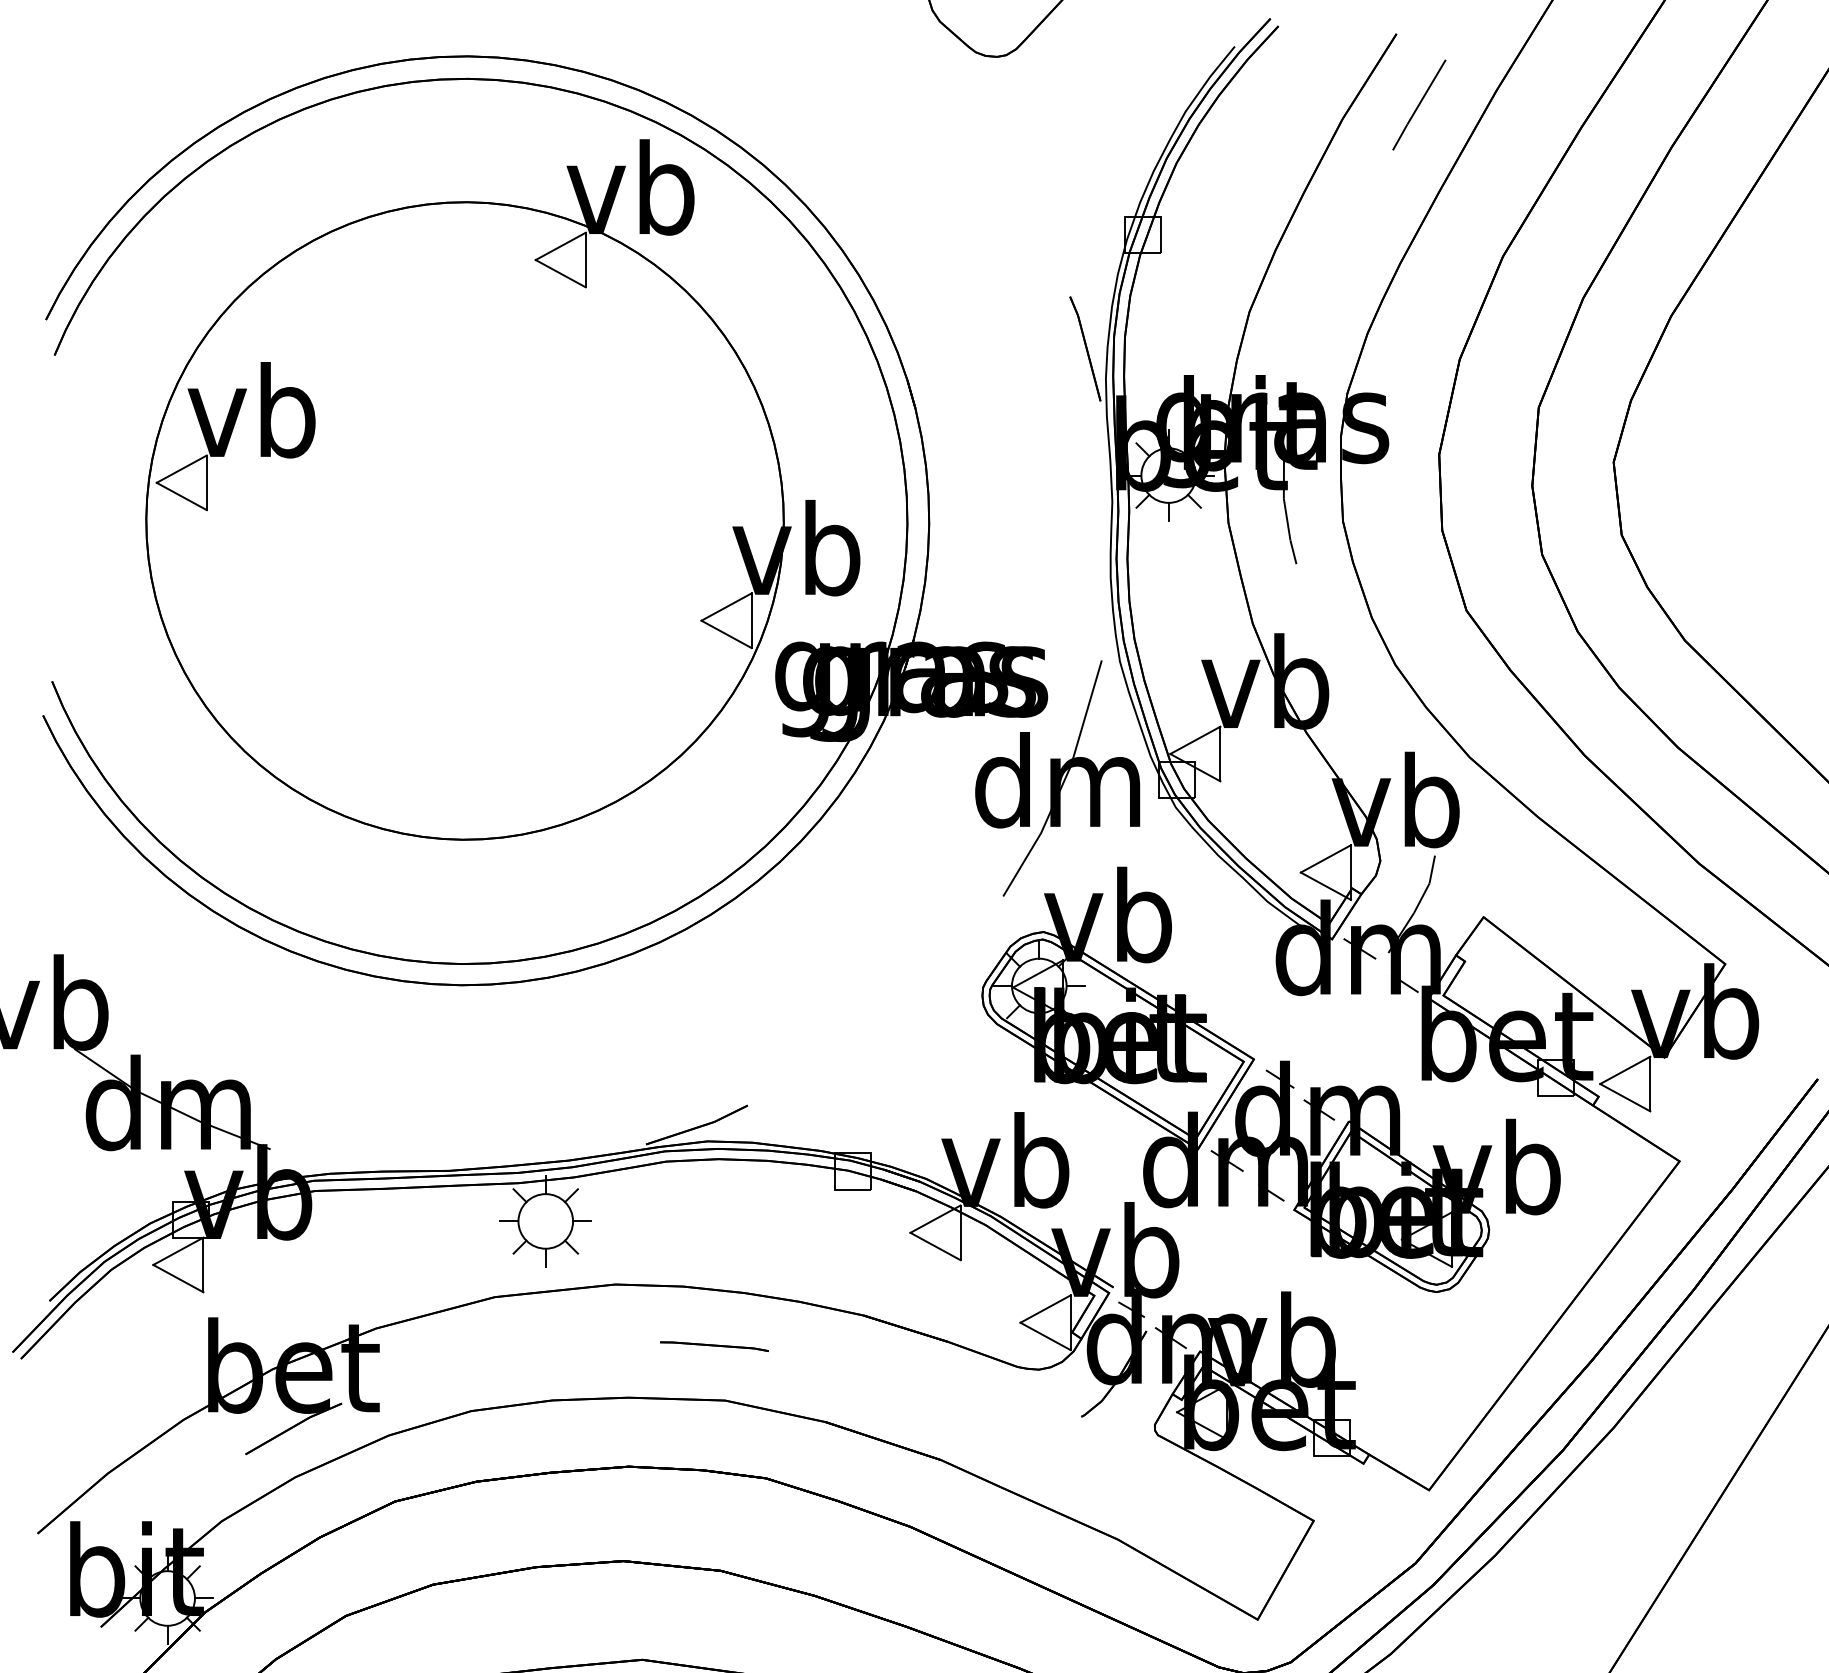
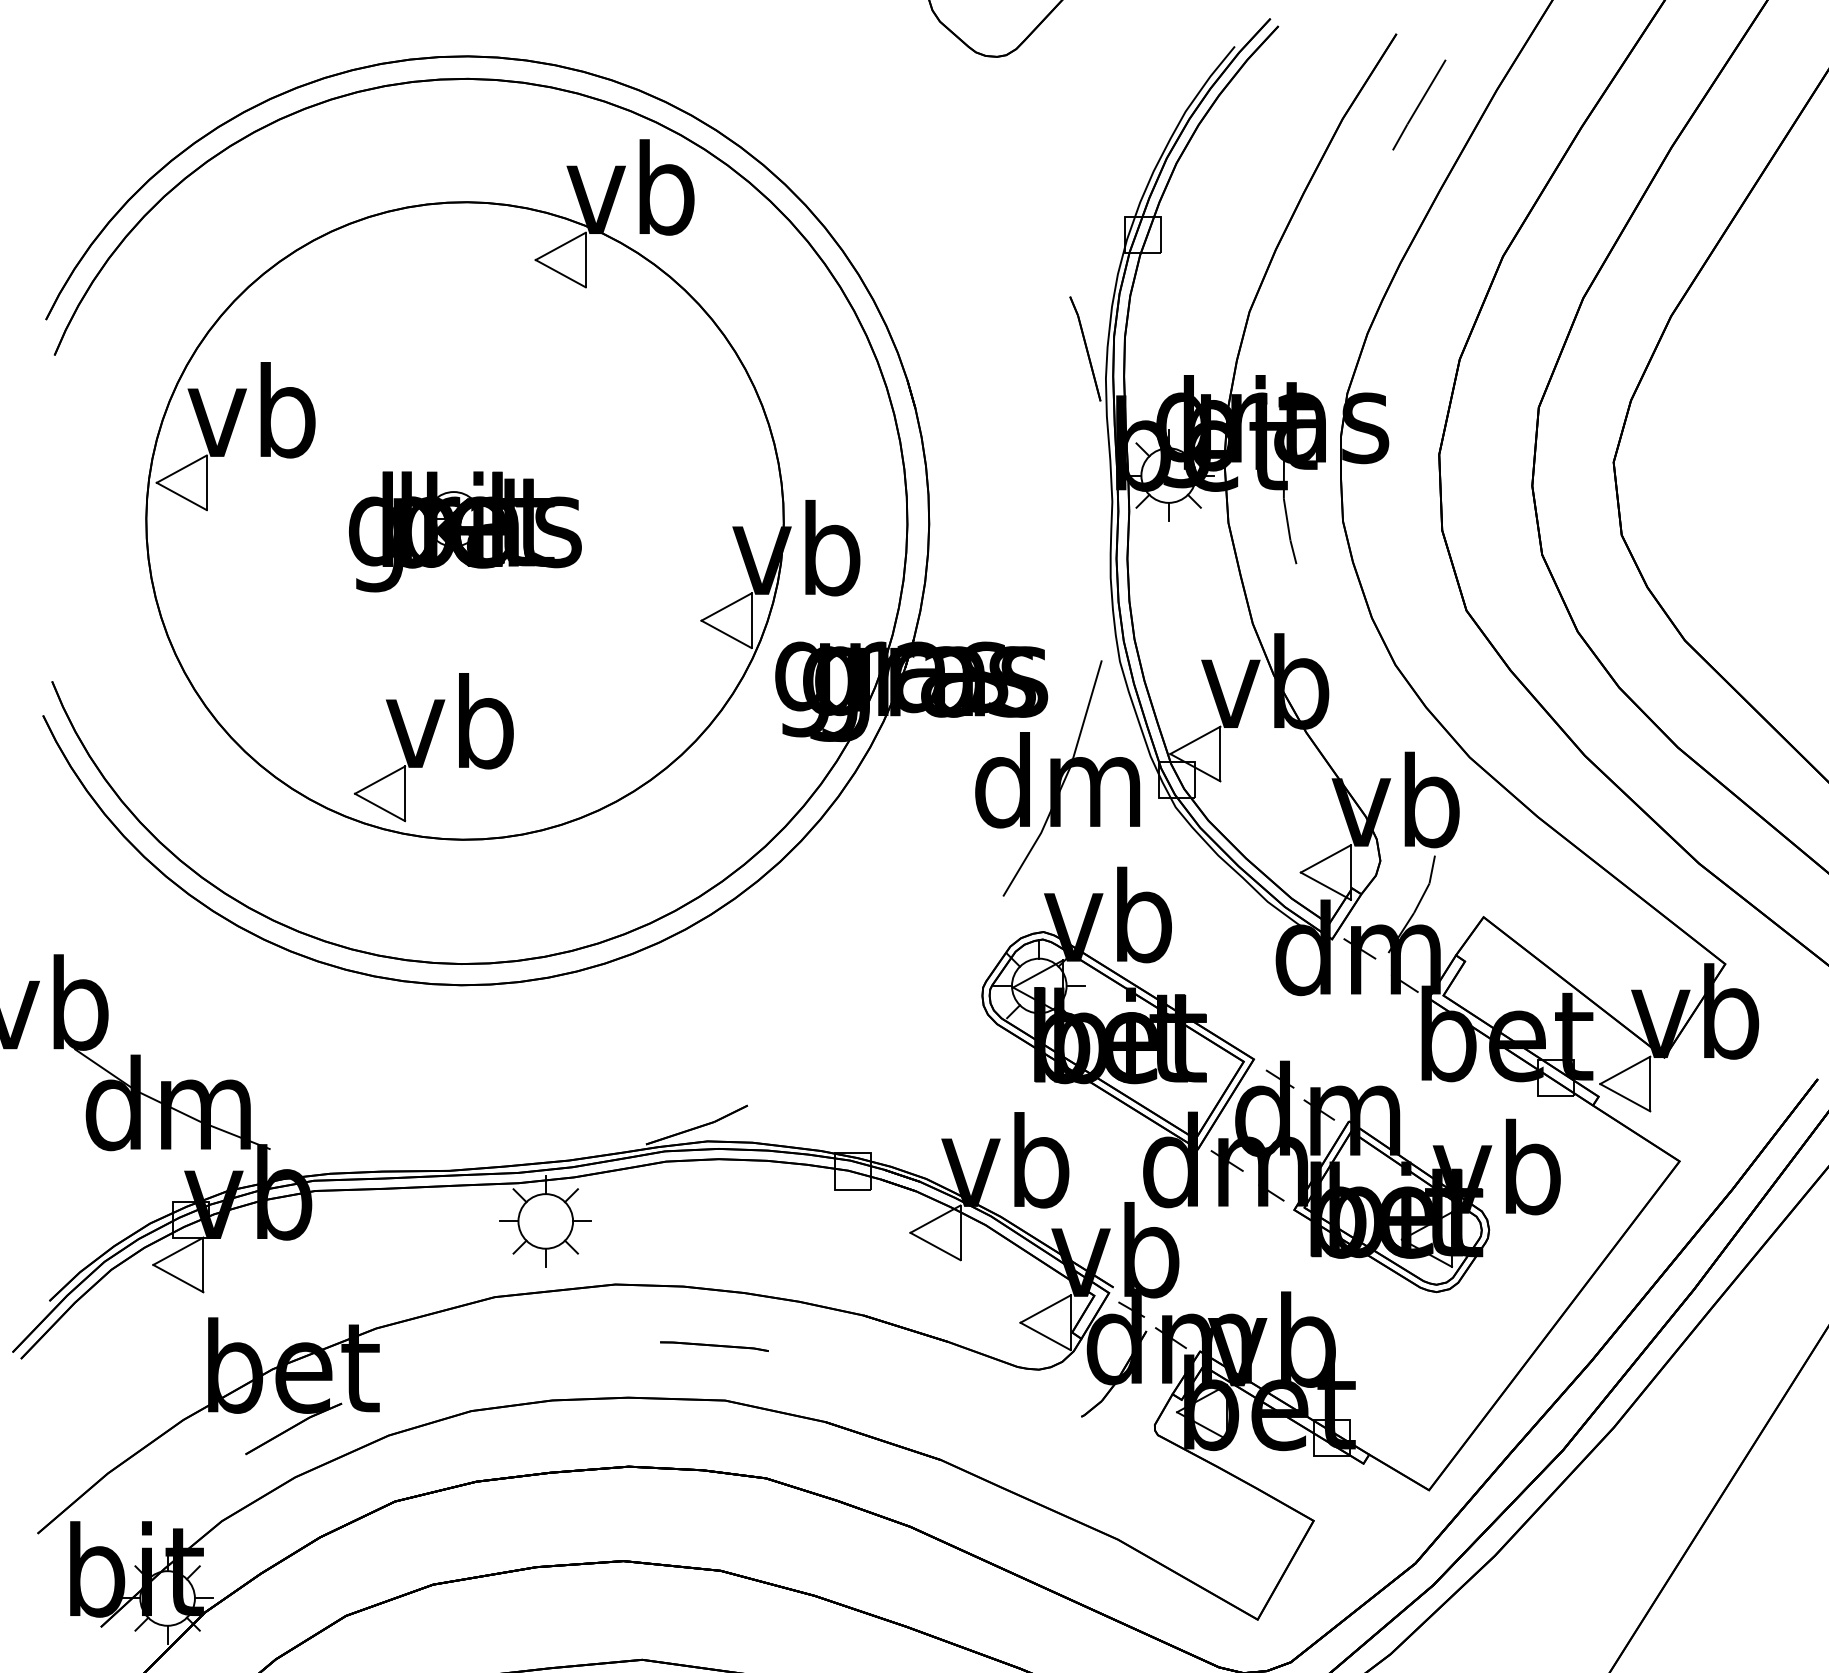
part at (465, 531): none -> present
part at (433, 747): none -> present
